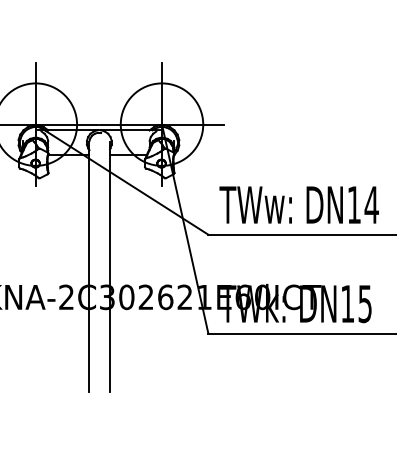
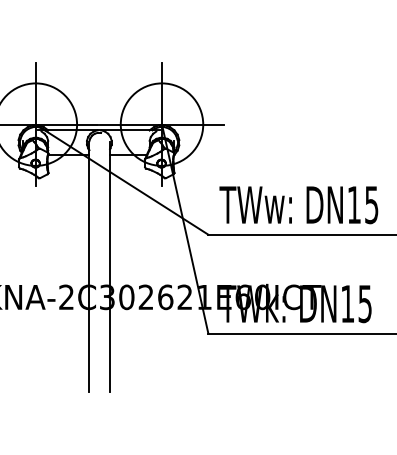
text at (371, 205): DN14 -> DN15
